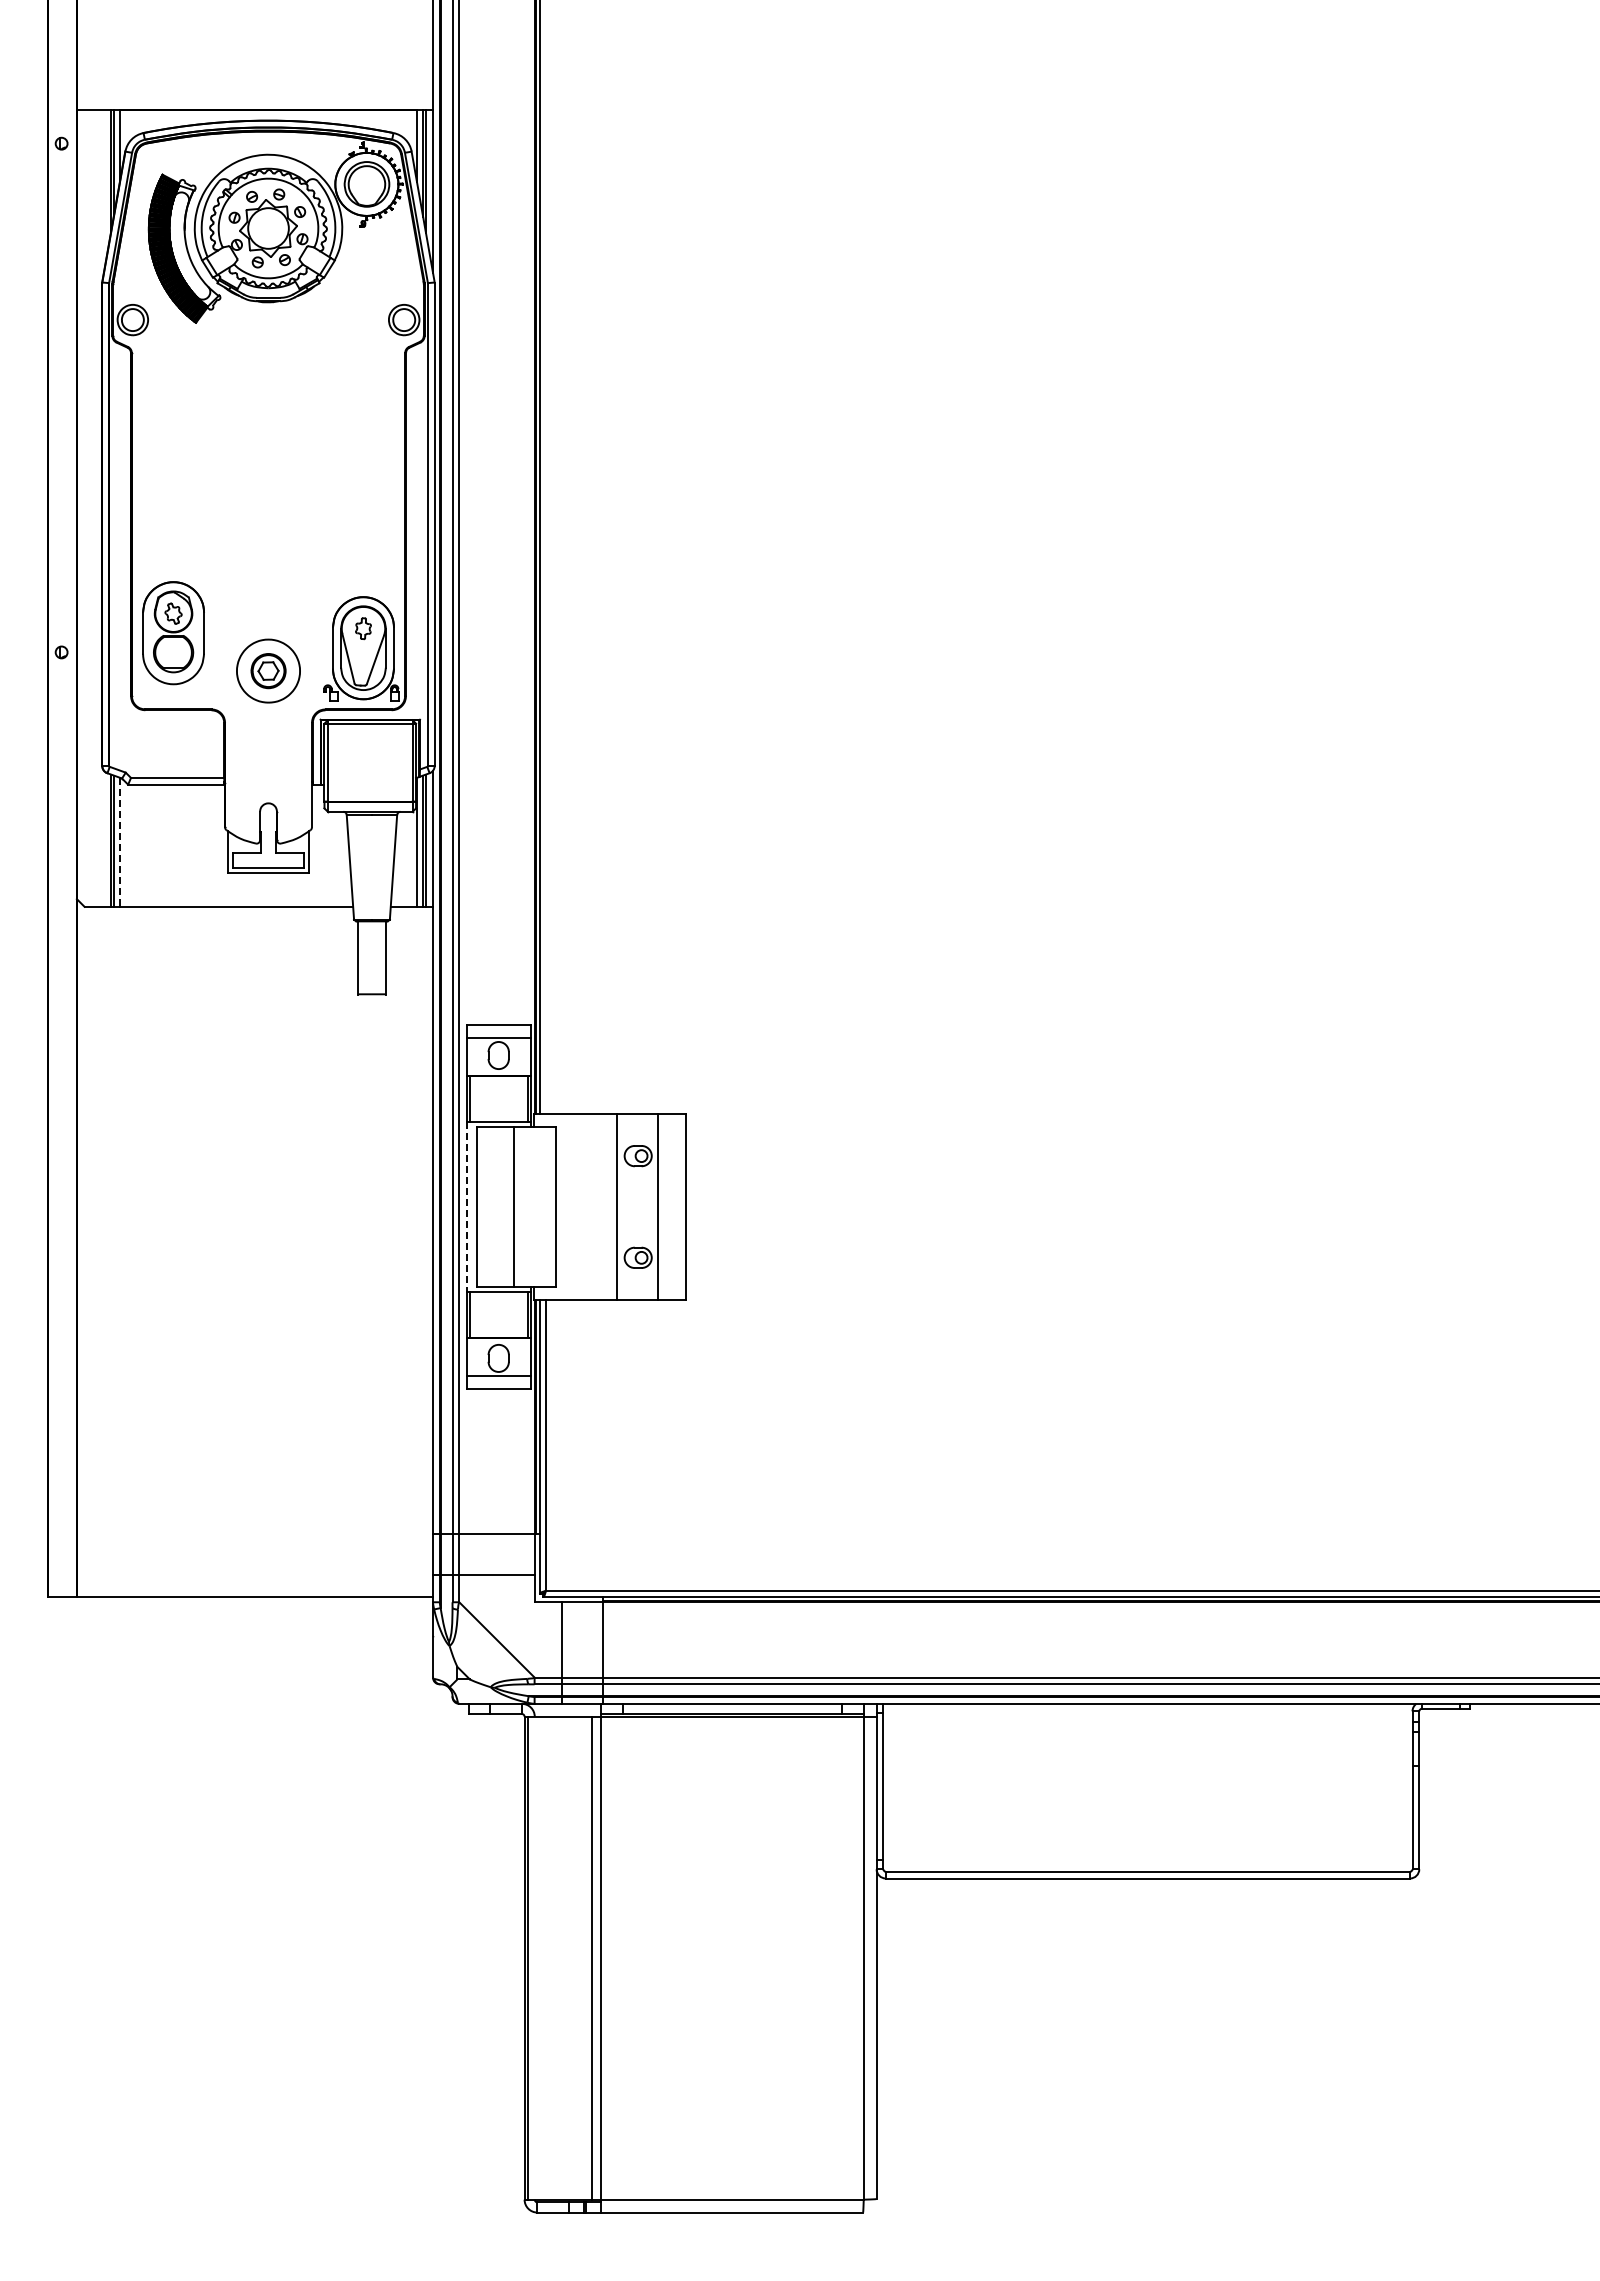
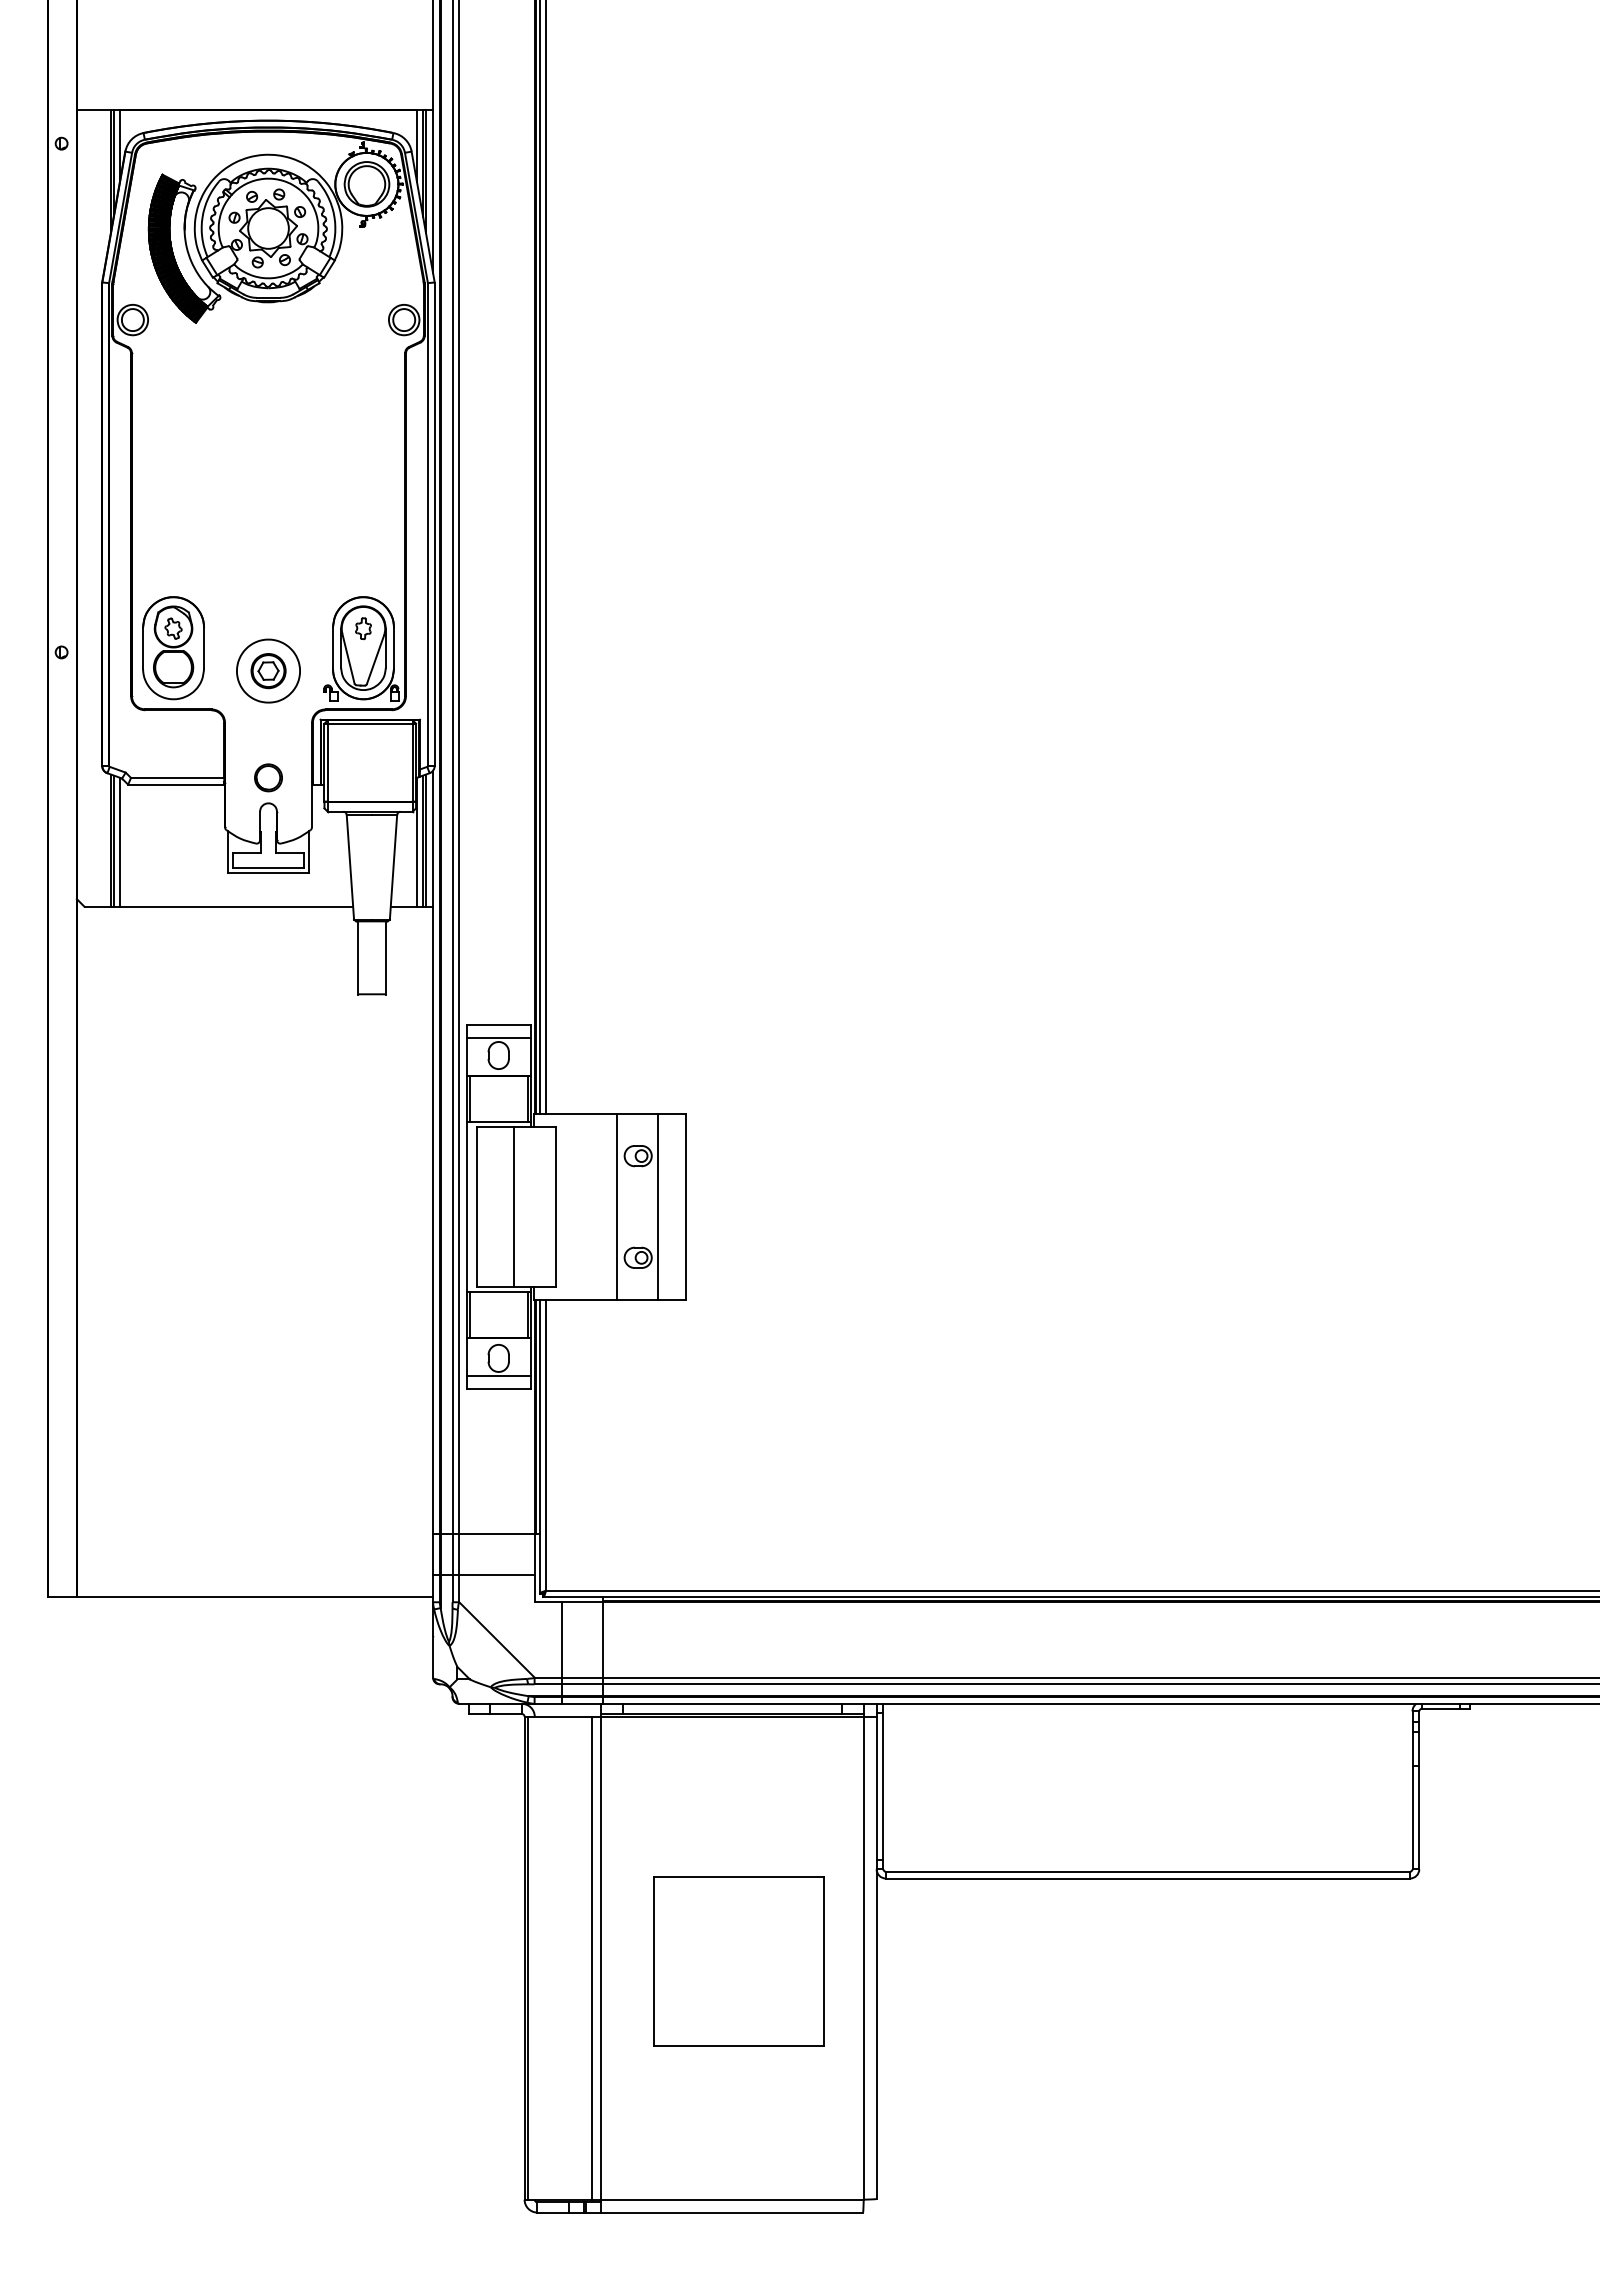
line at (545, 557): none -> present
part at (173, 633) position: (173, 633) -> (173, 648)
part at (268, 777): none -> present
line at (119, 842): dashed -> solid
line at (466, 1207): dashed -> solid
part at (738, 1961): none -> present
